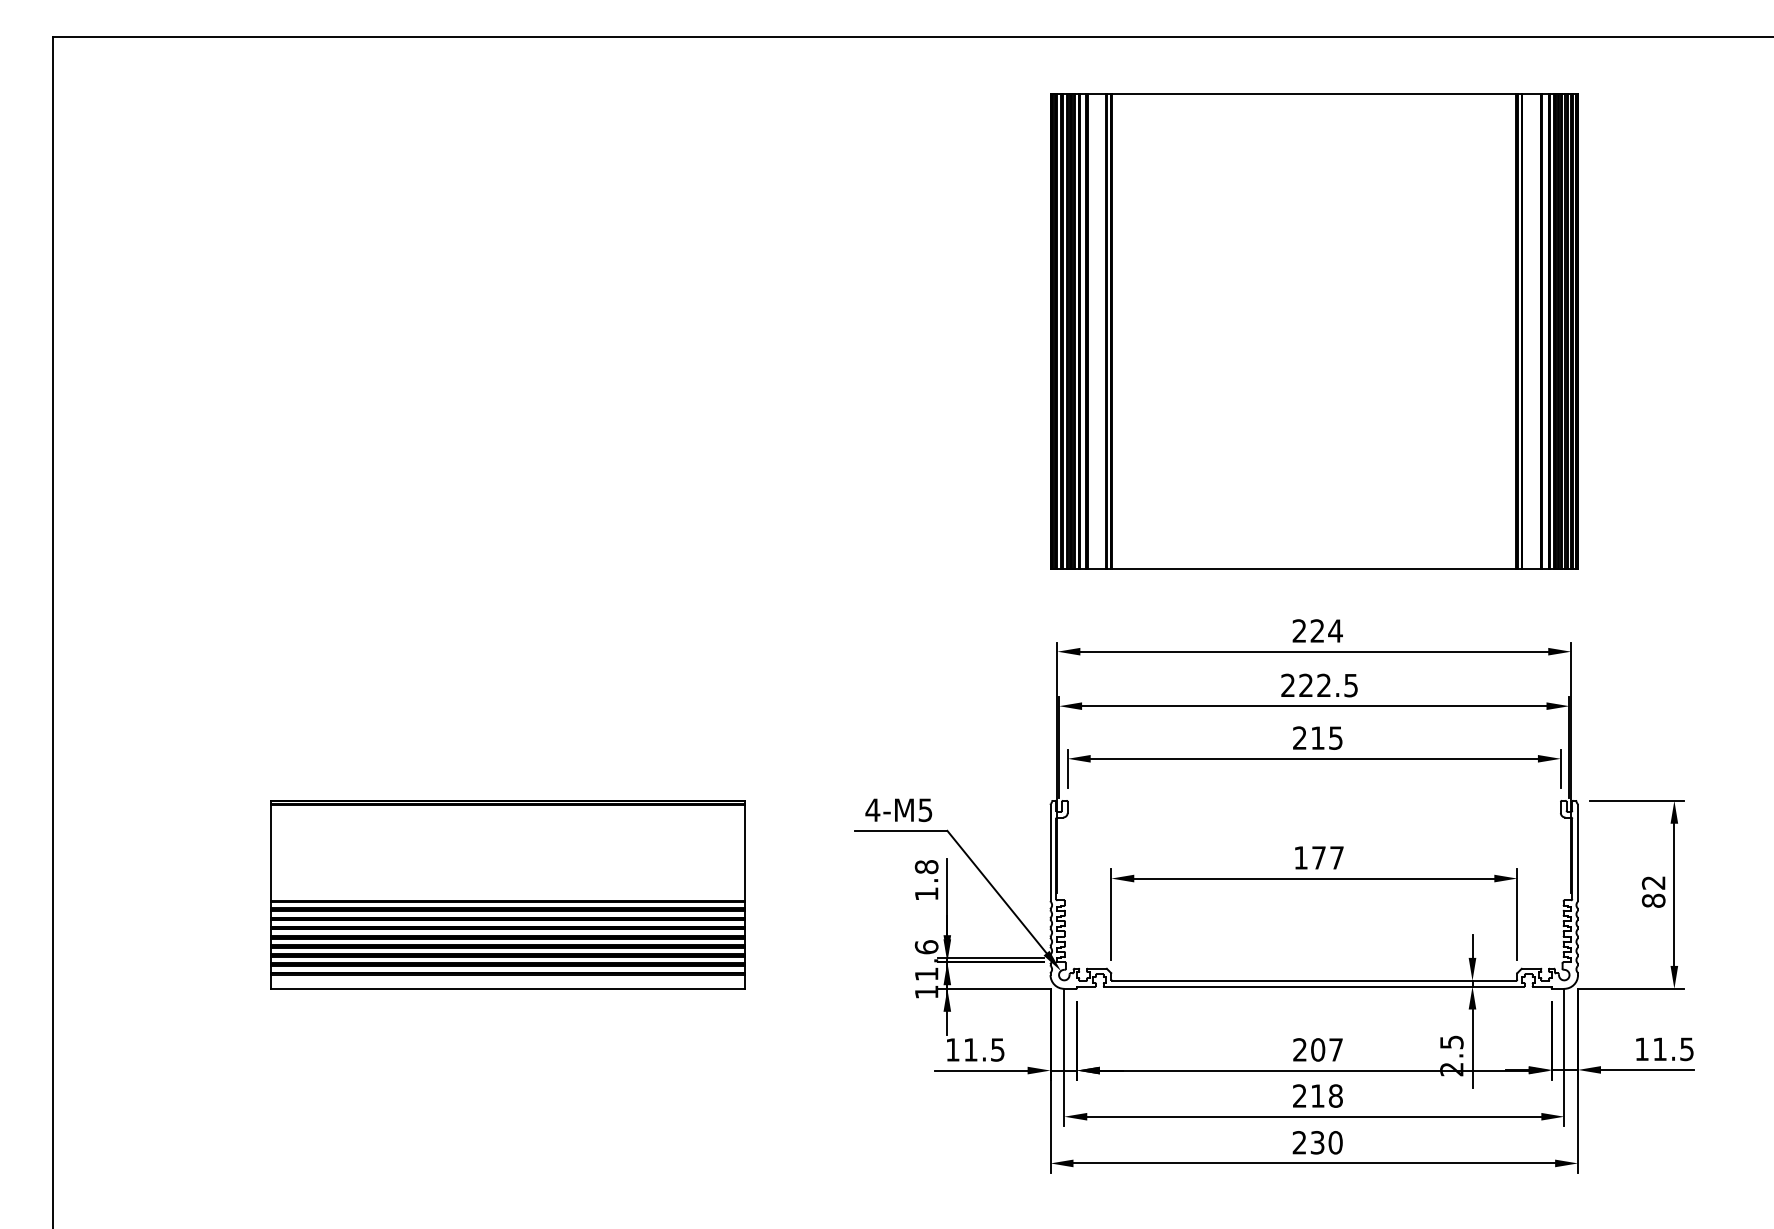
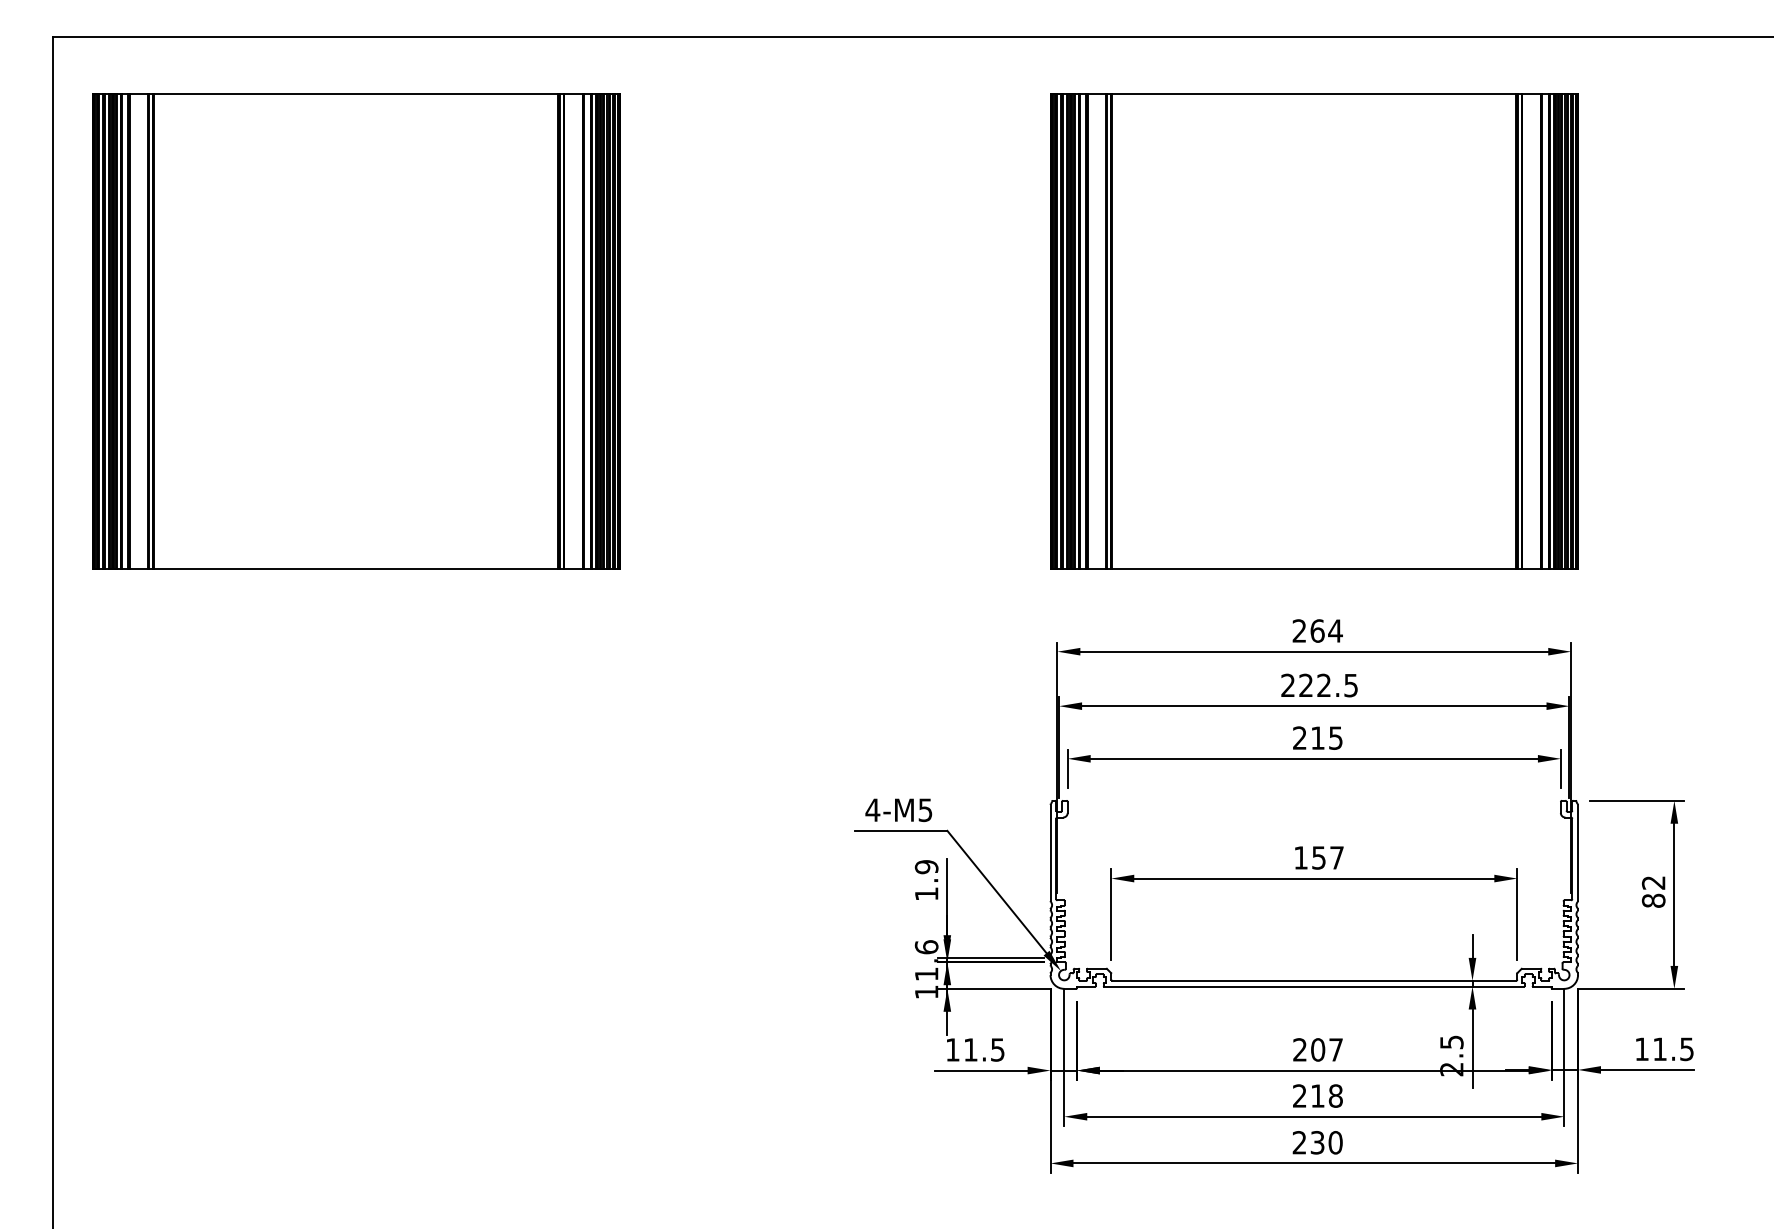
part at (356, 331): none -> present
text at (1317, 630): 224 -> 264
text at (1318, 857): 177 -> 157
text at (926, 867): 1.8 -> 1.9
part at (507, 894): present -> none
